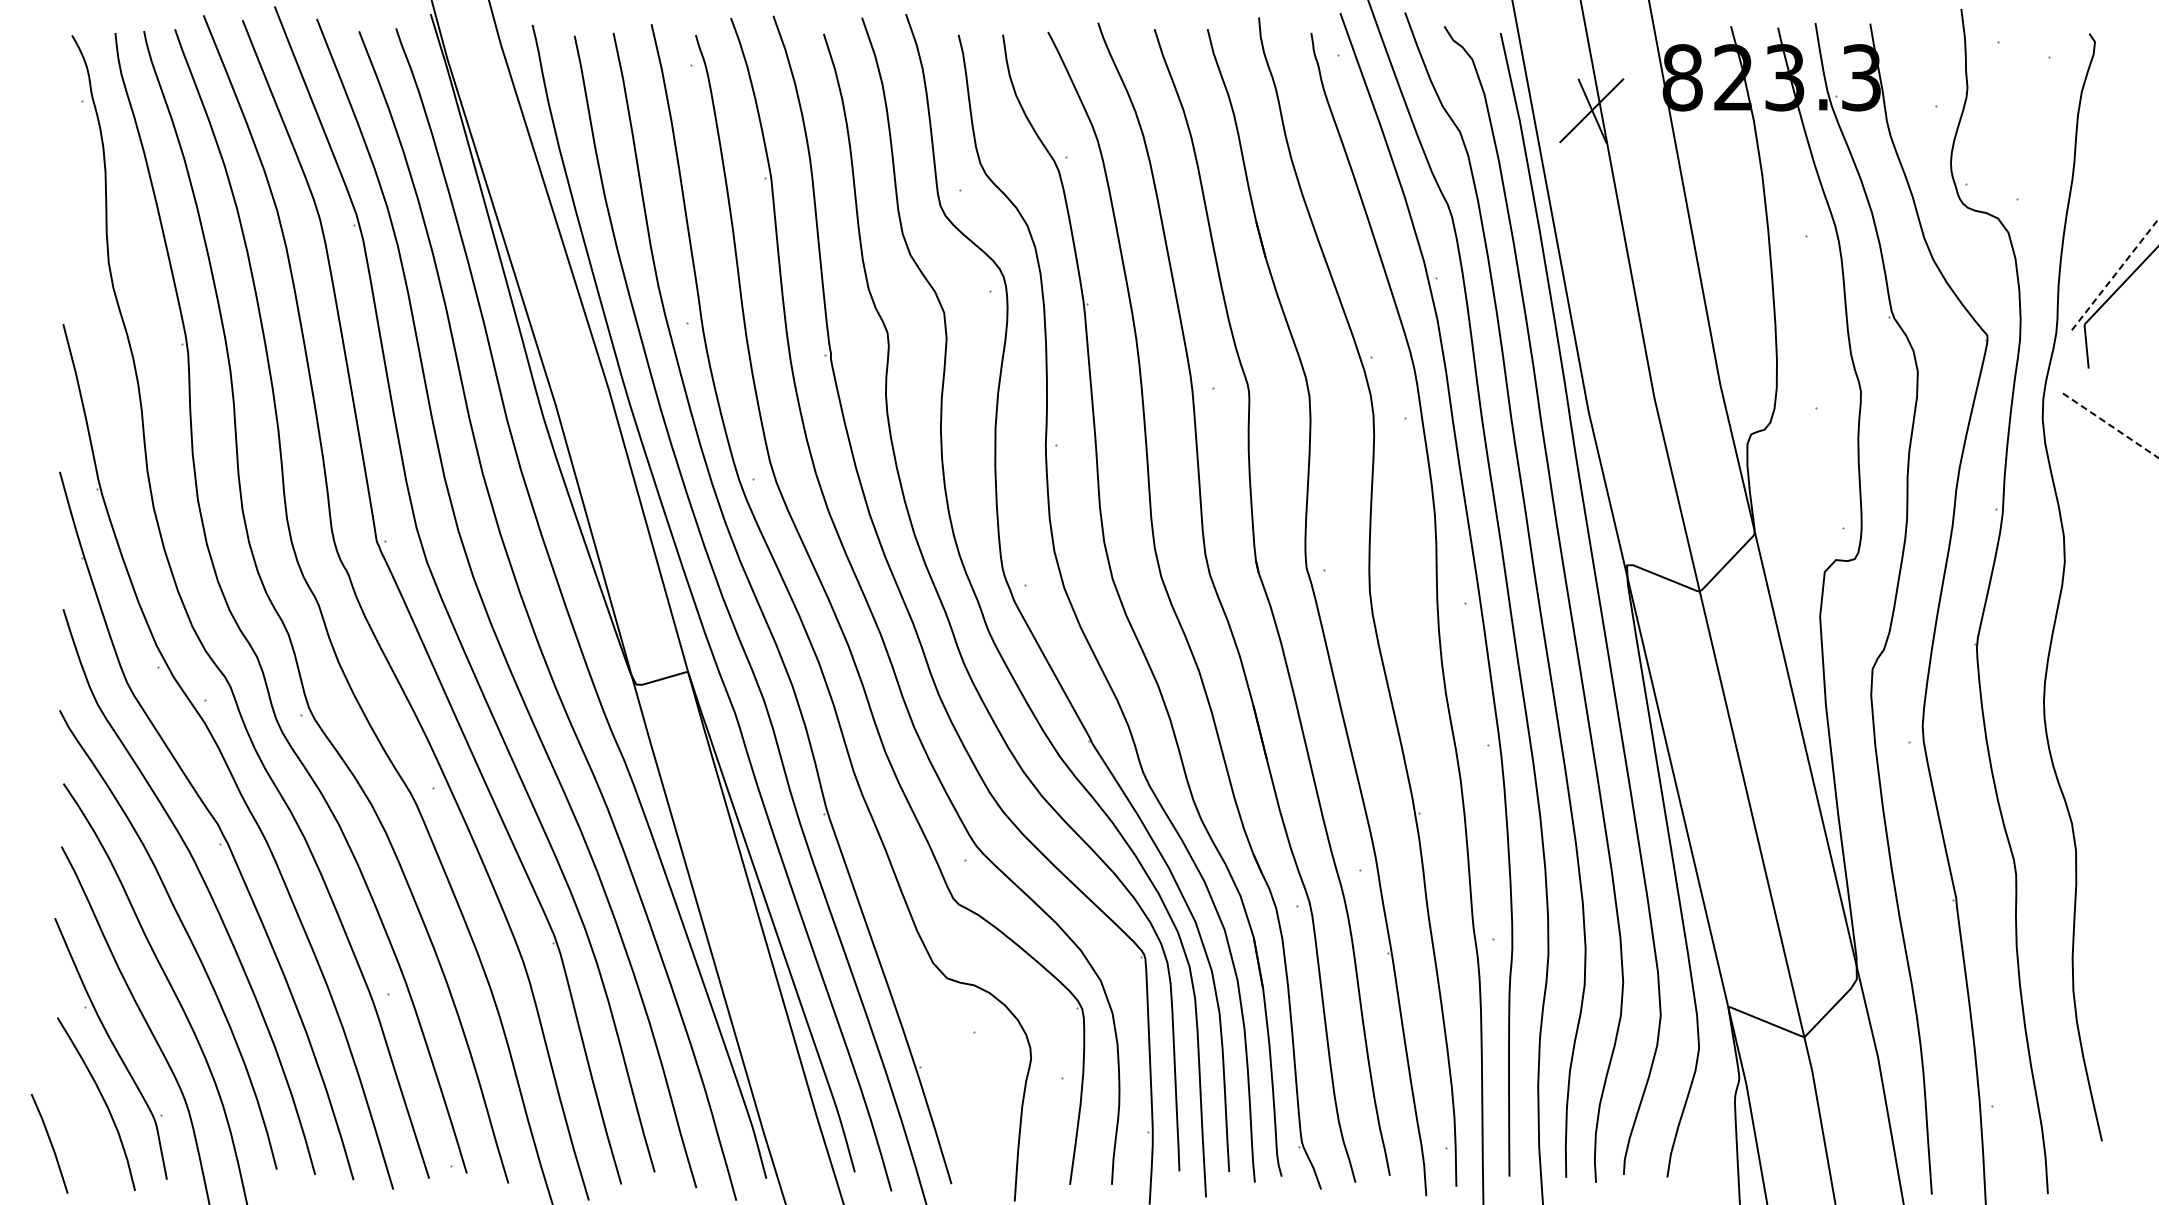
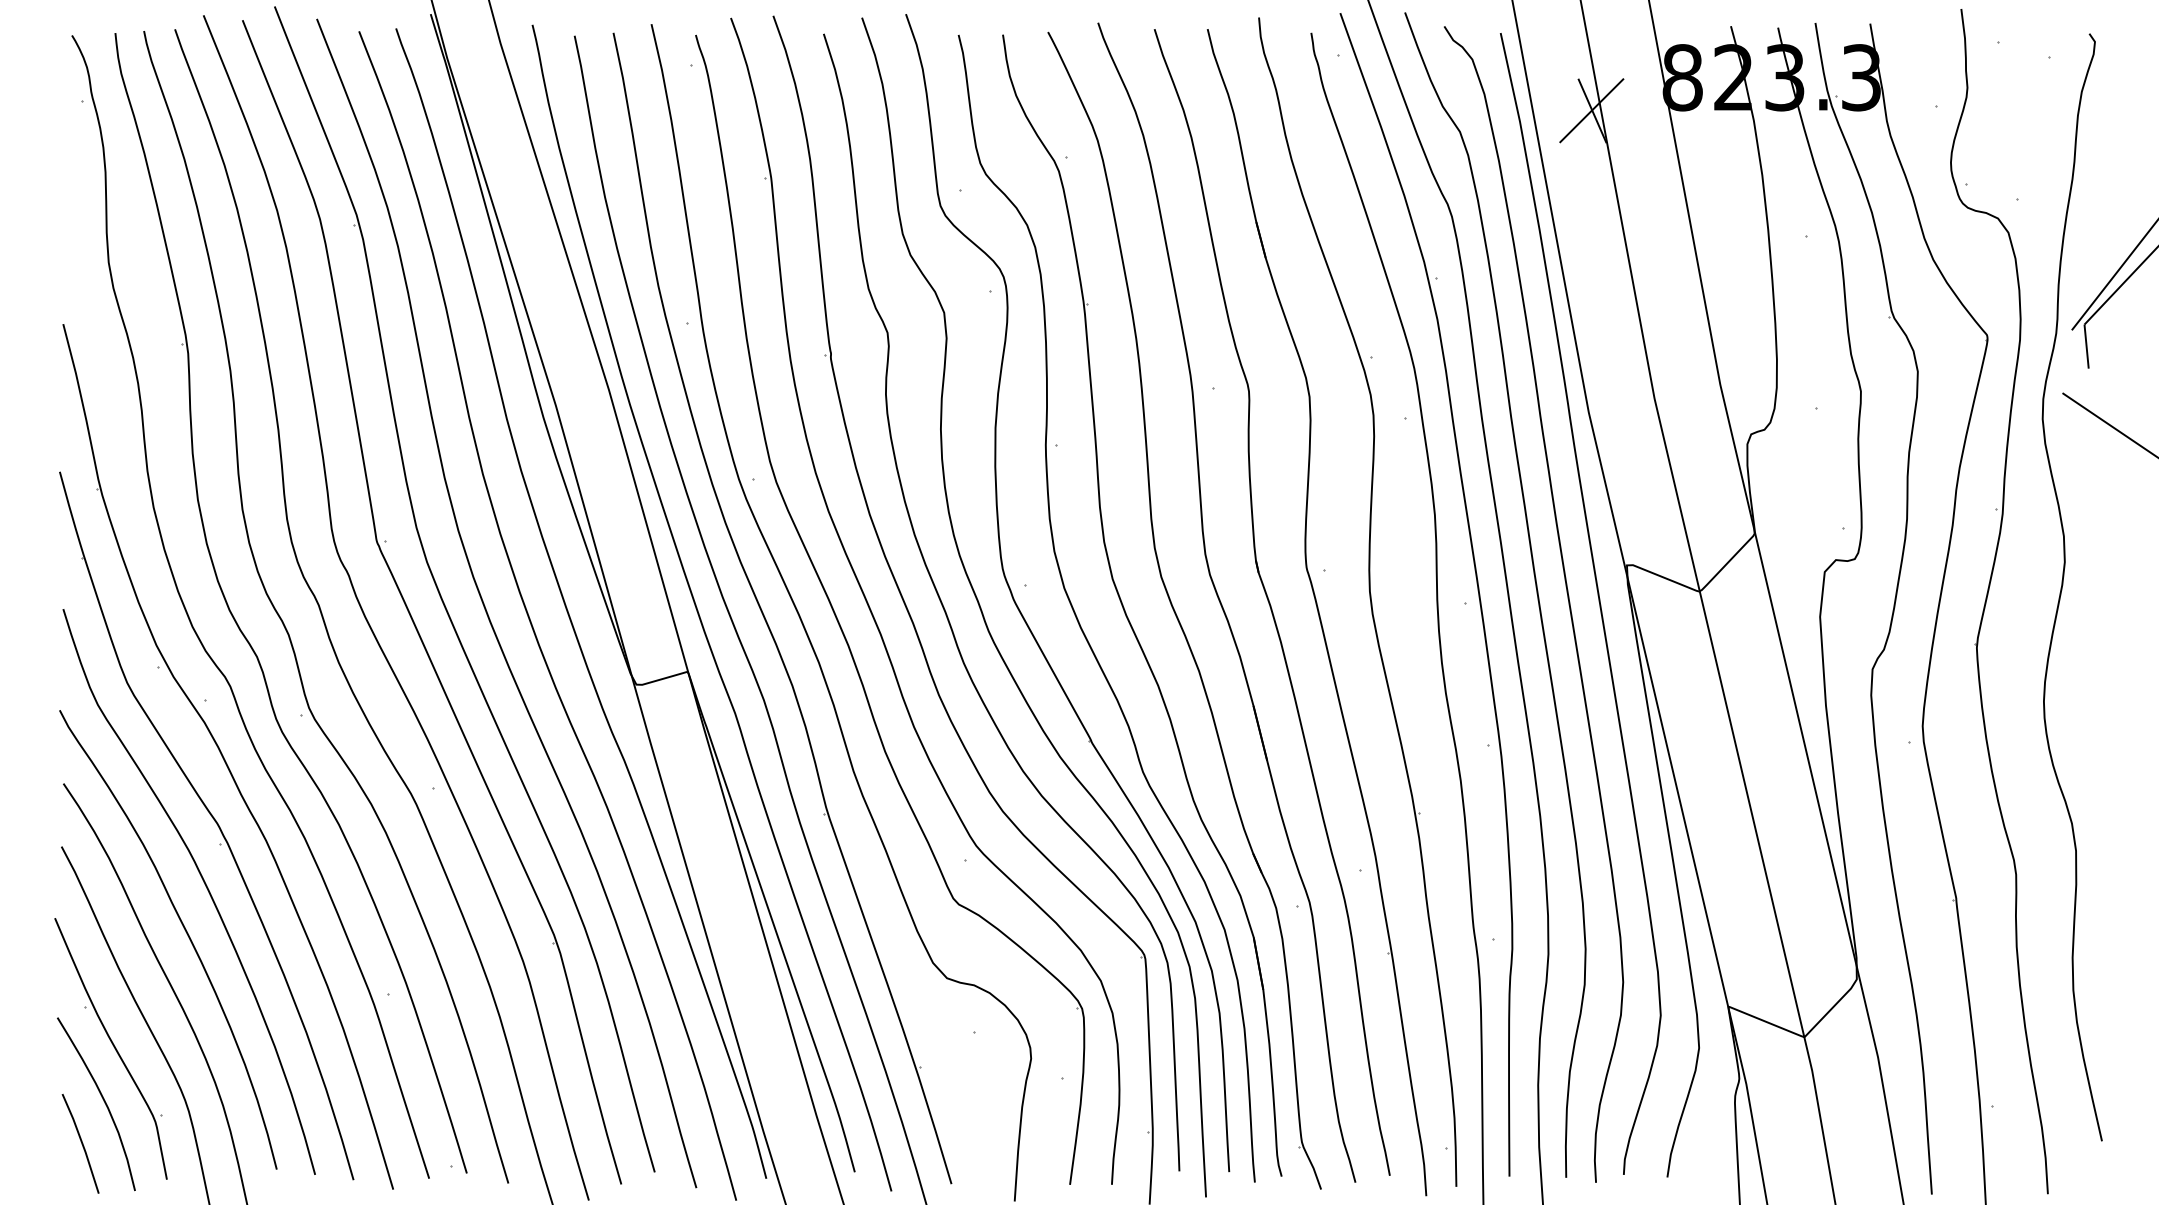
line at (2115, 274): dashed -> solid
line at (2110, 425): dashed -> solid
line at (50, 1143) position: (50, 1143) -> (81, 1143)
